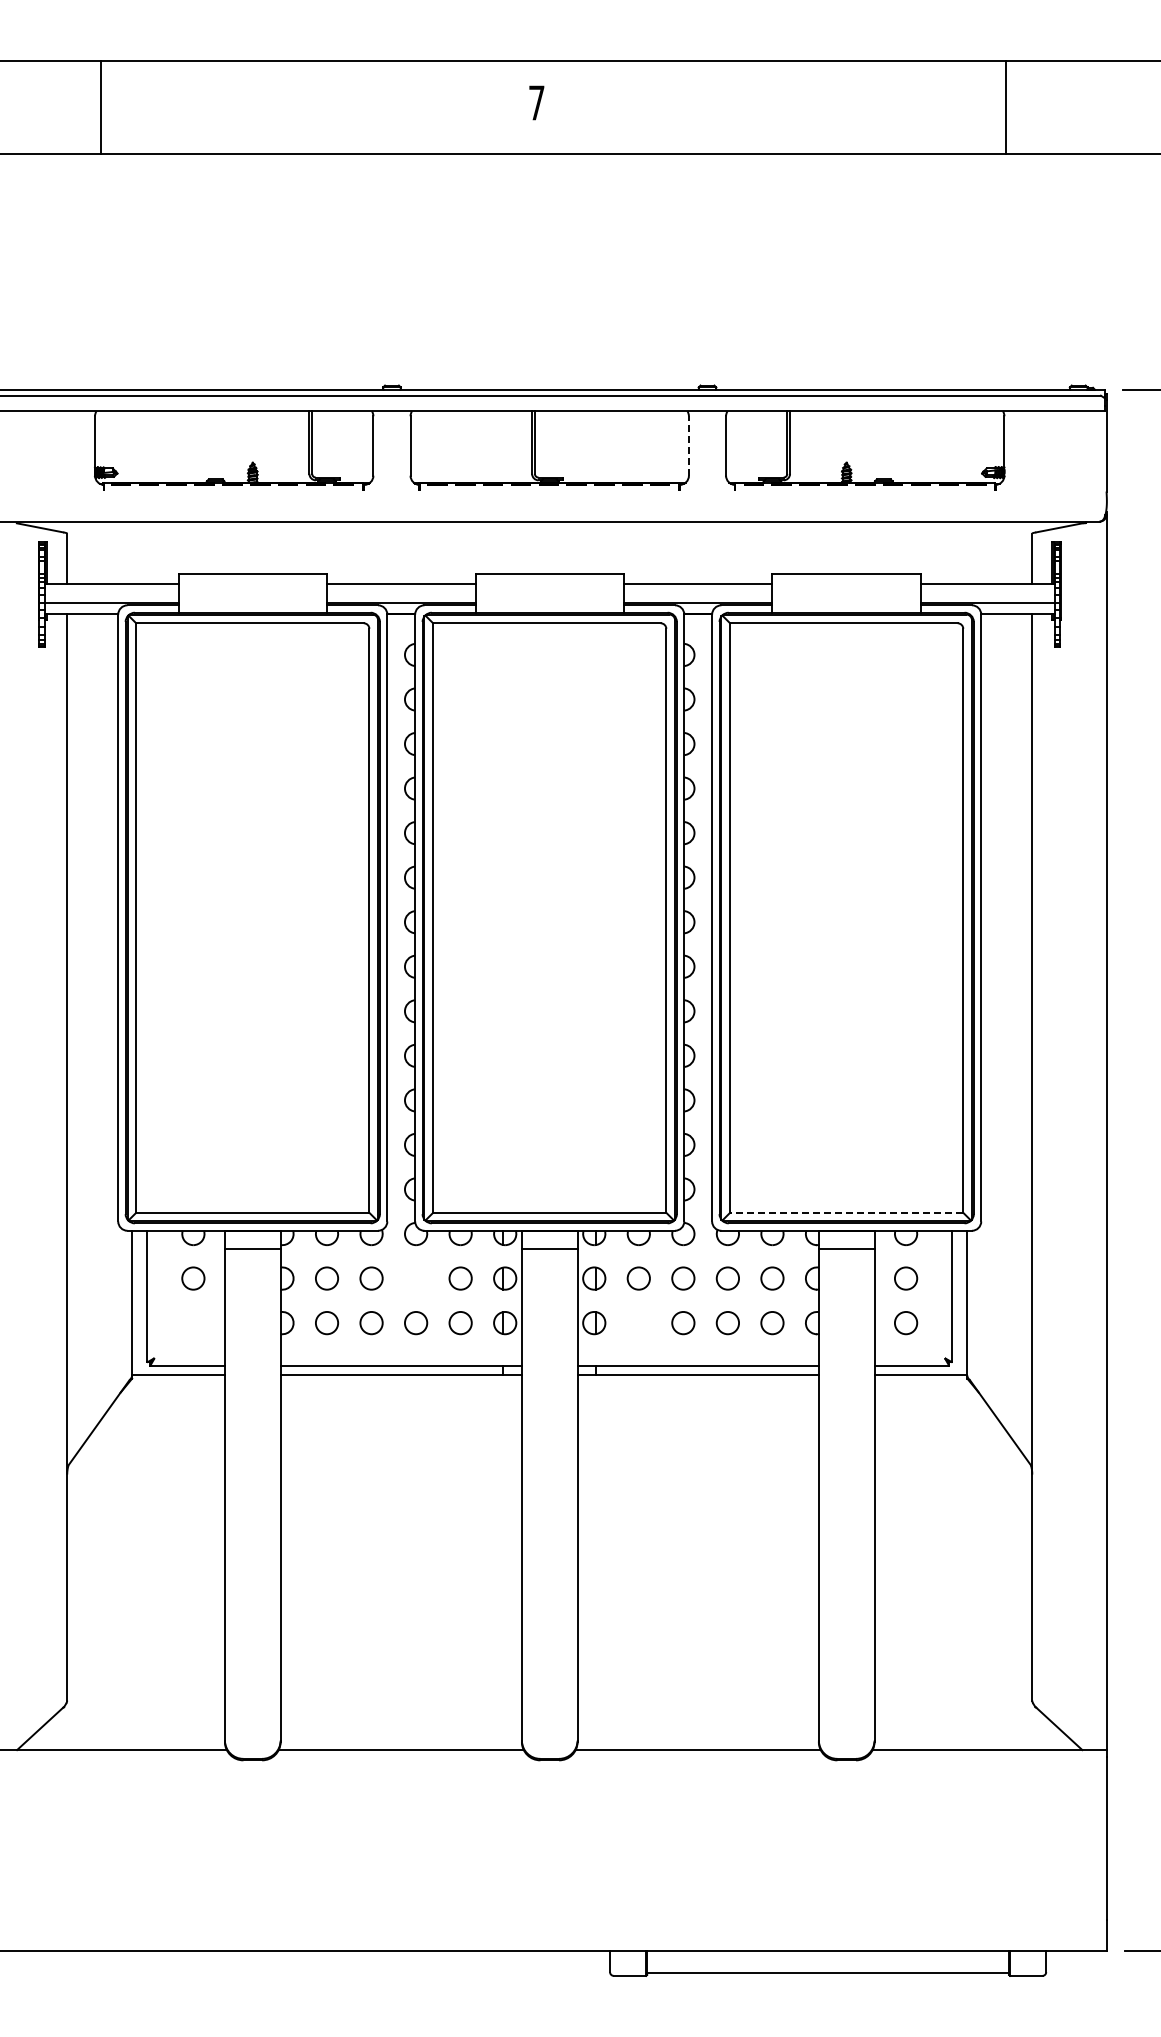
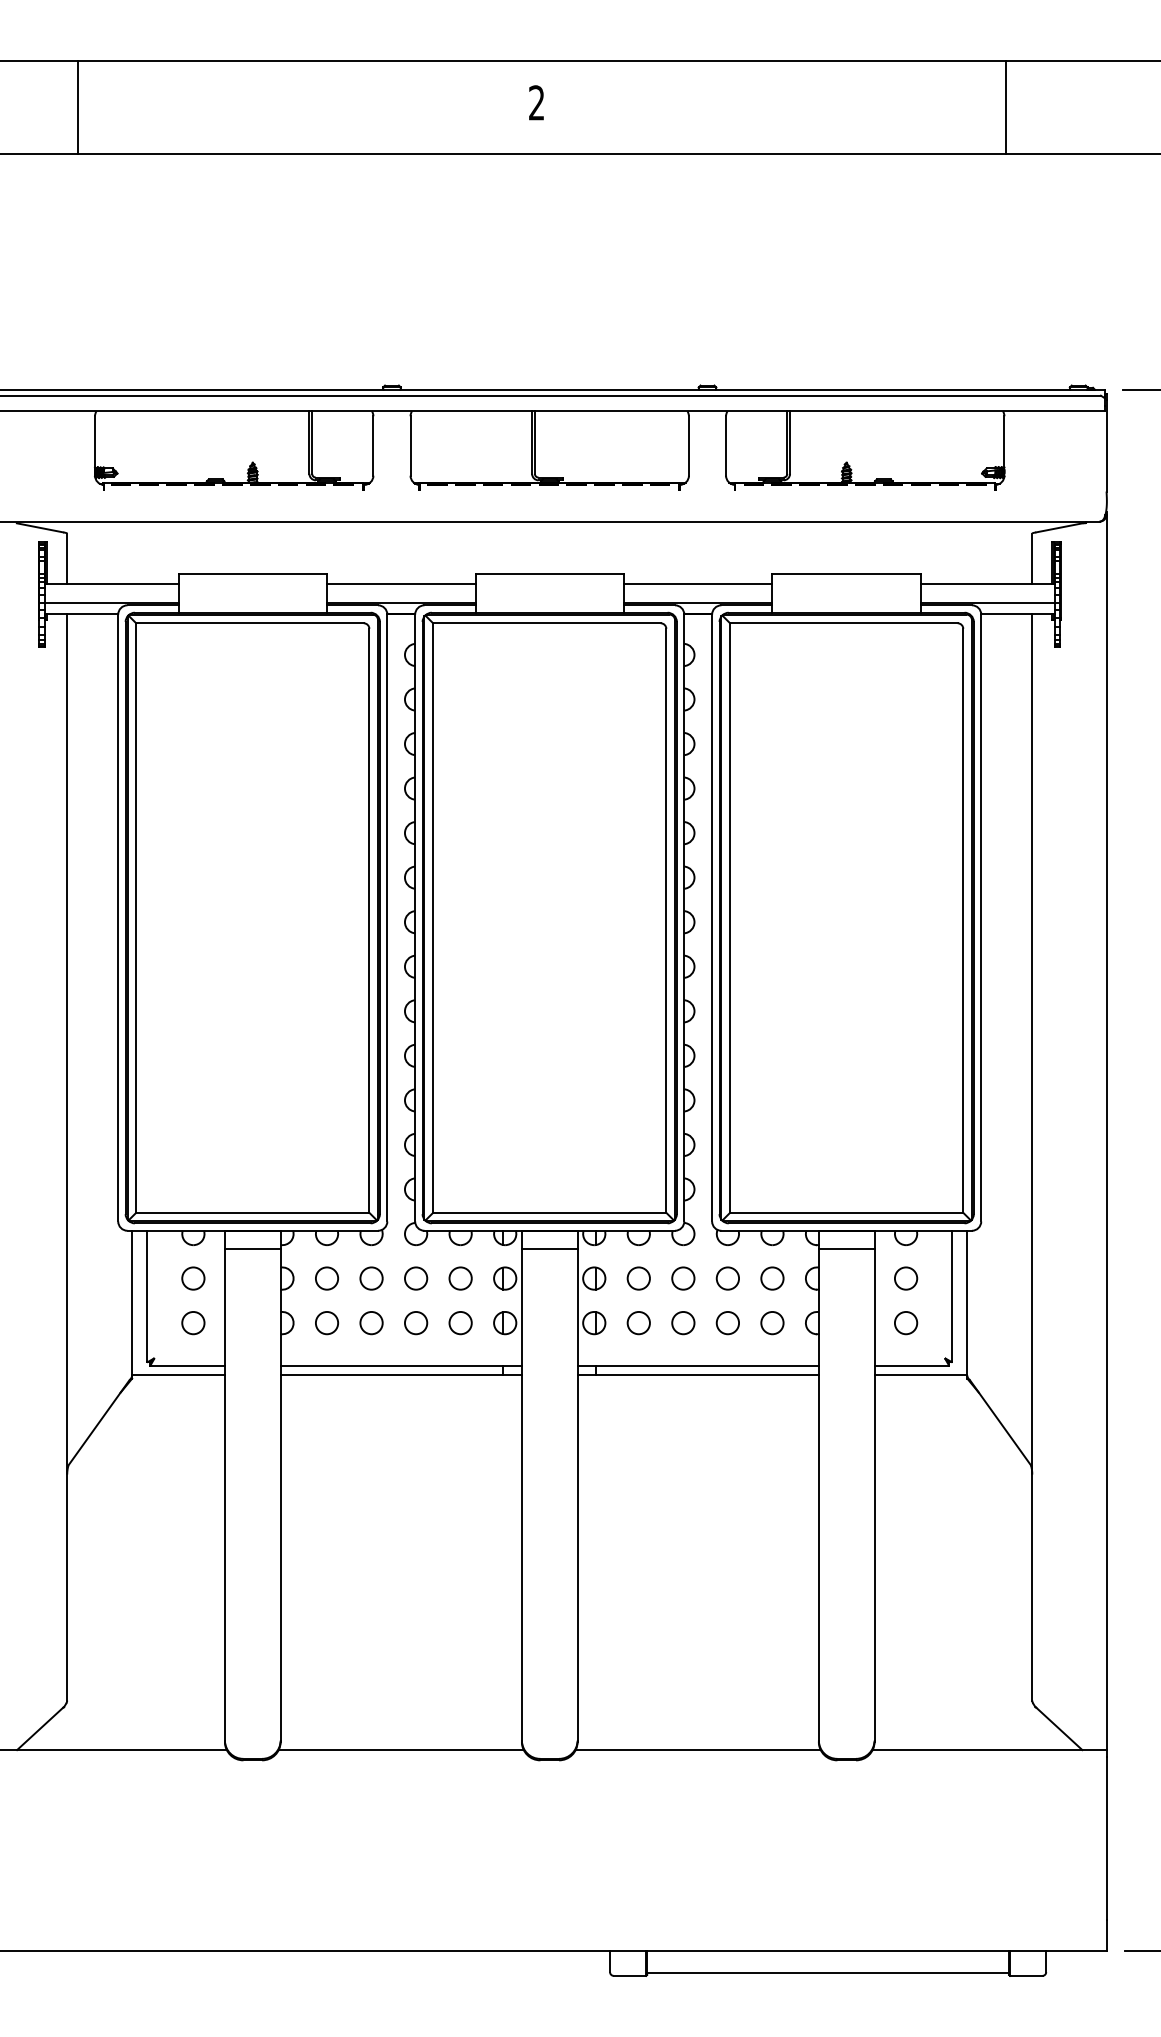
text at (536, 102): 7 -> 2
line at (101, 107) position: (101, 107) -> (78, 107)
line at (688, 445): dashed -> solid
line at (846, 1212): dashed -> solid
circle at (416, 1278): none -> present
circle at (193, 1323): none -> present
circle at (638, 1323): none -> present
